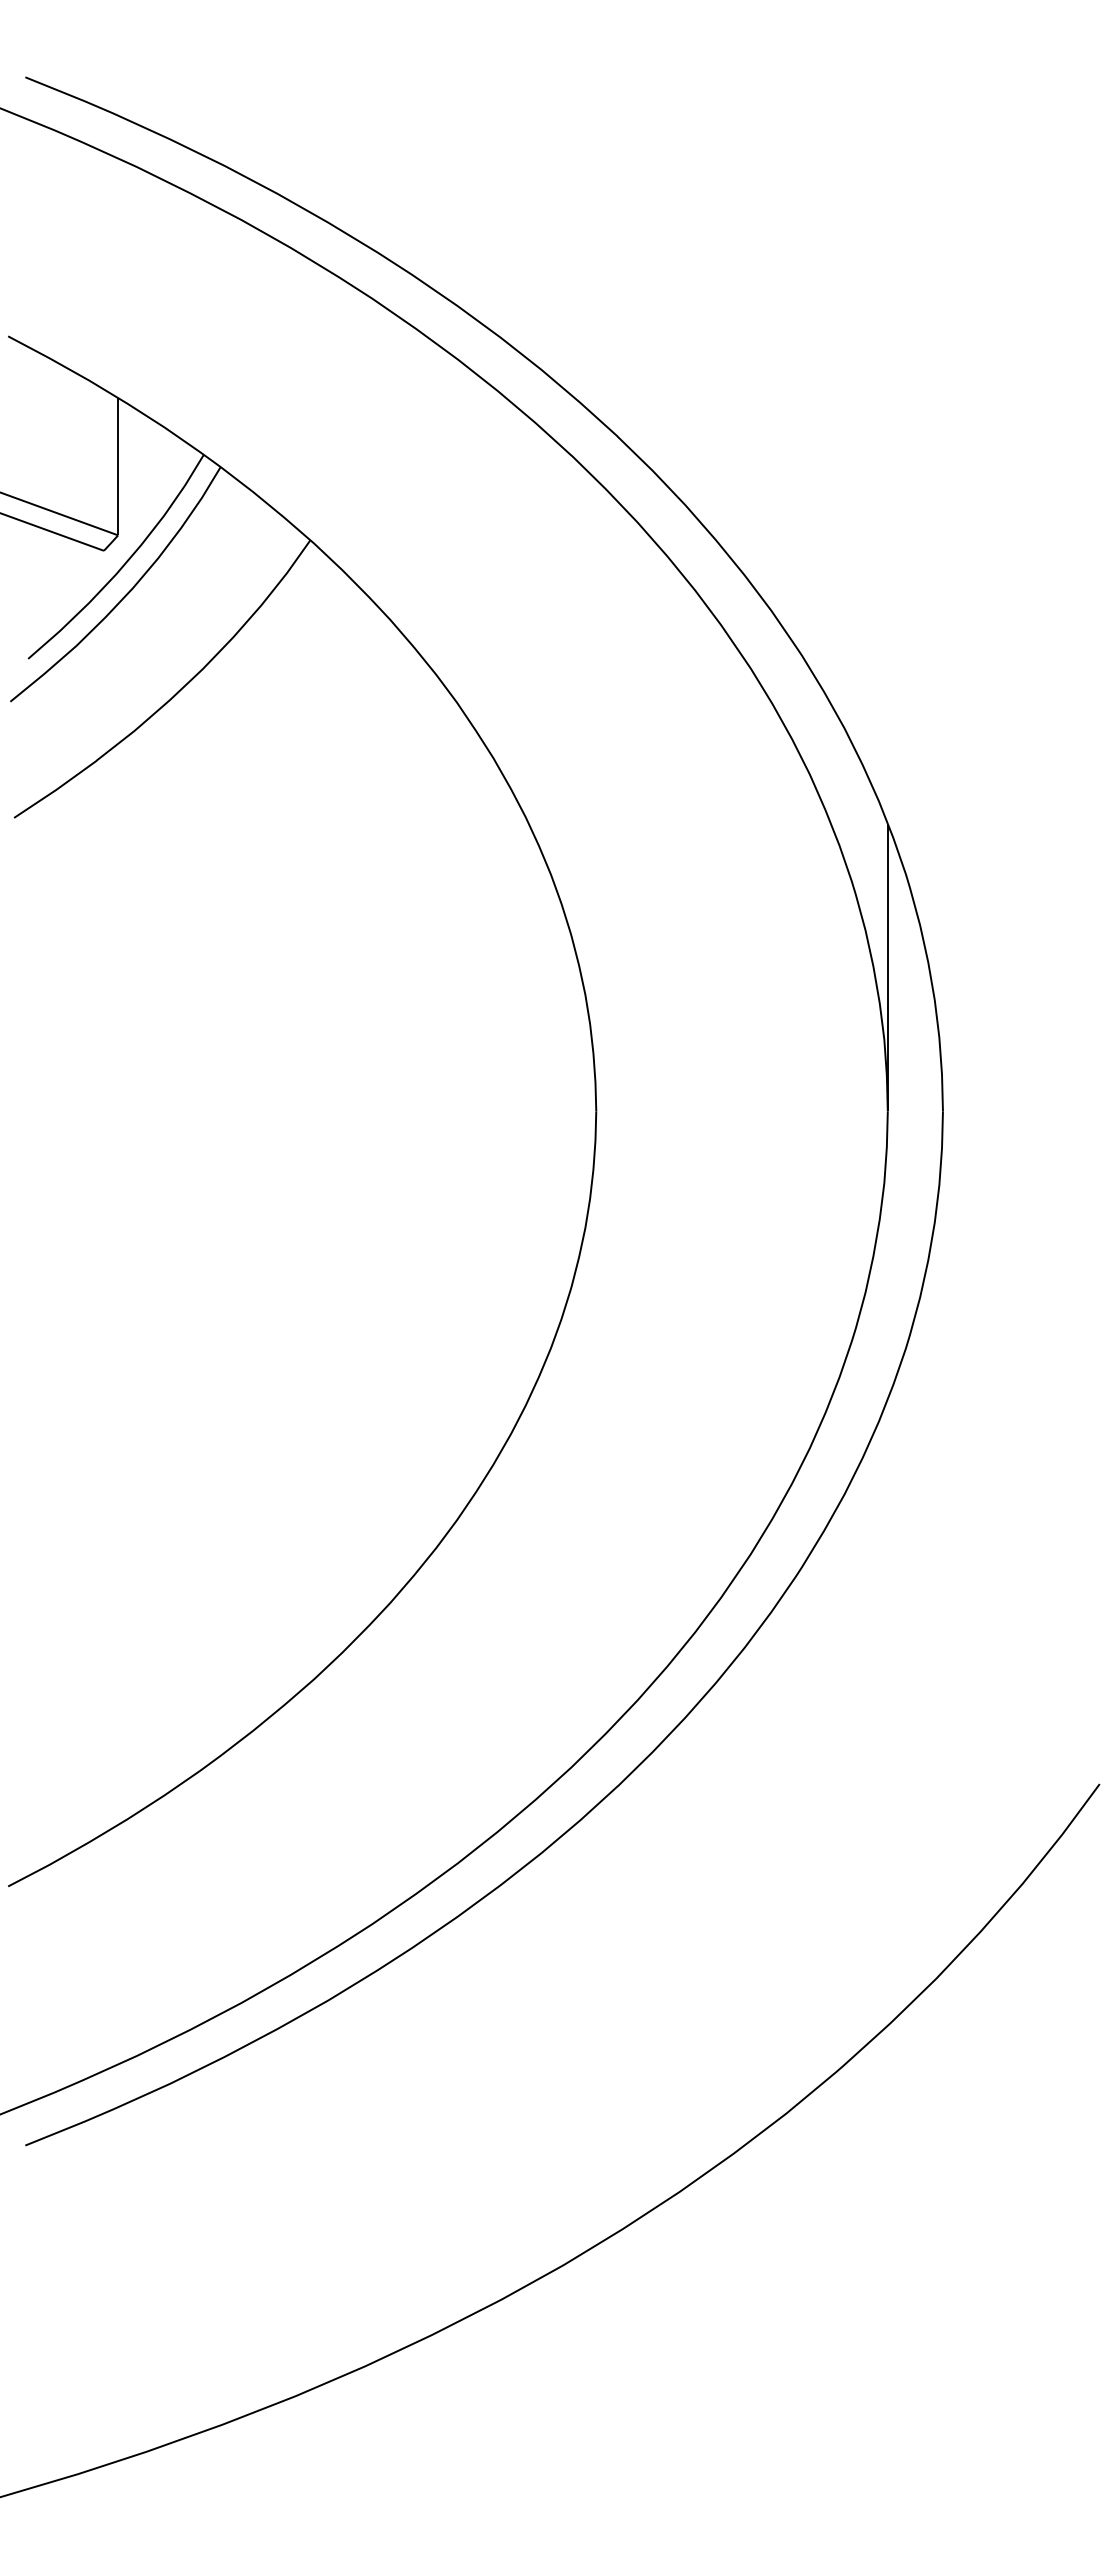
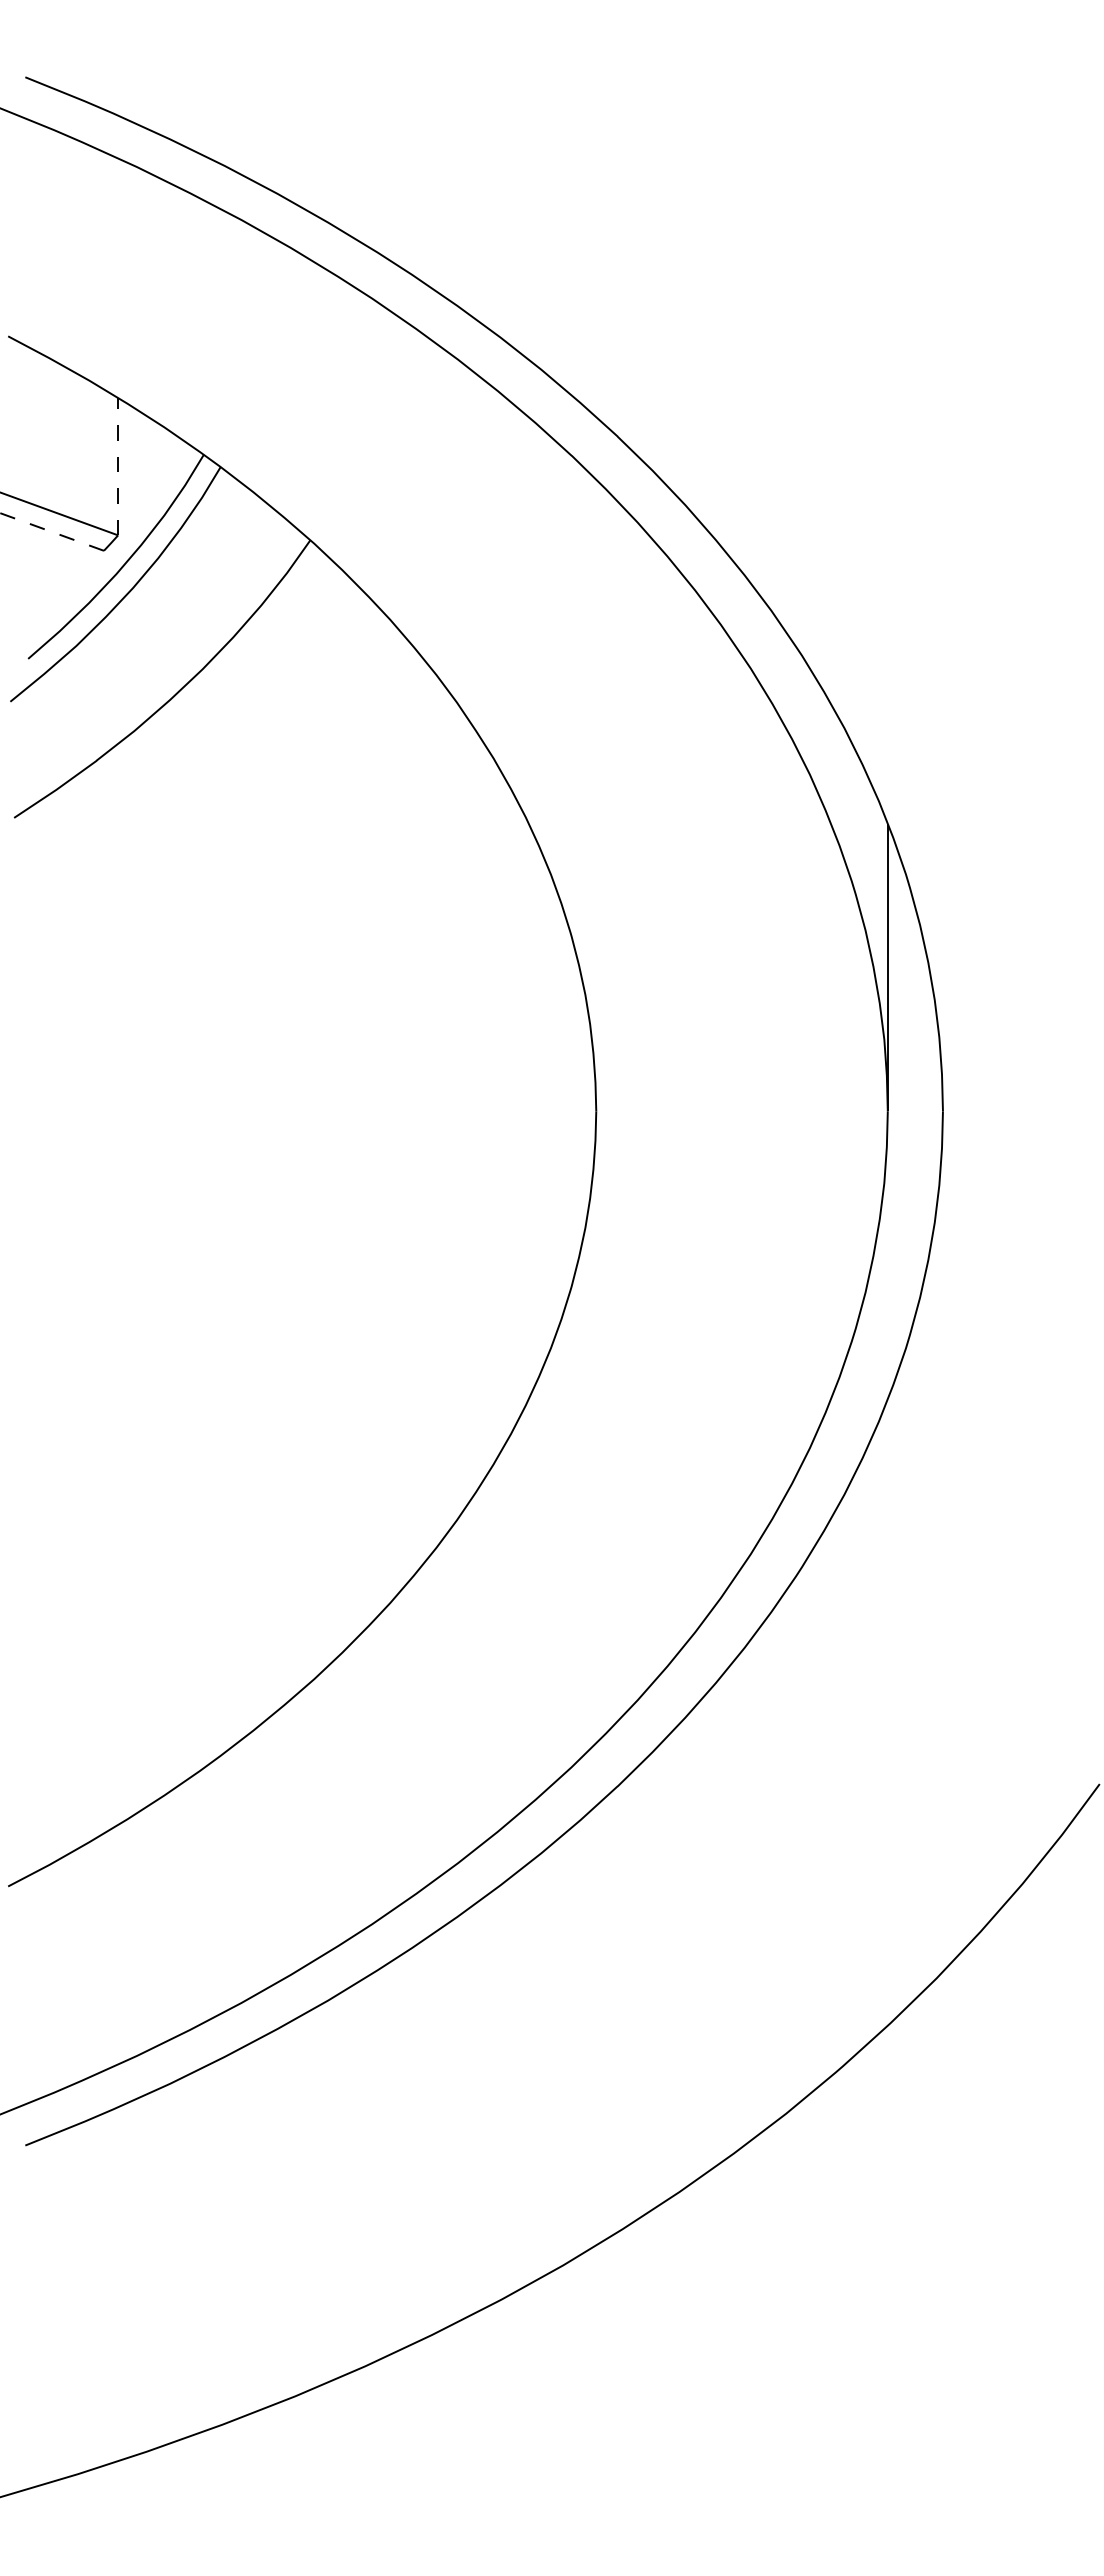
line at (118, 466): solid -> dashed
line at (51, 531): solid -> dashed
